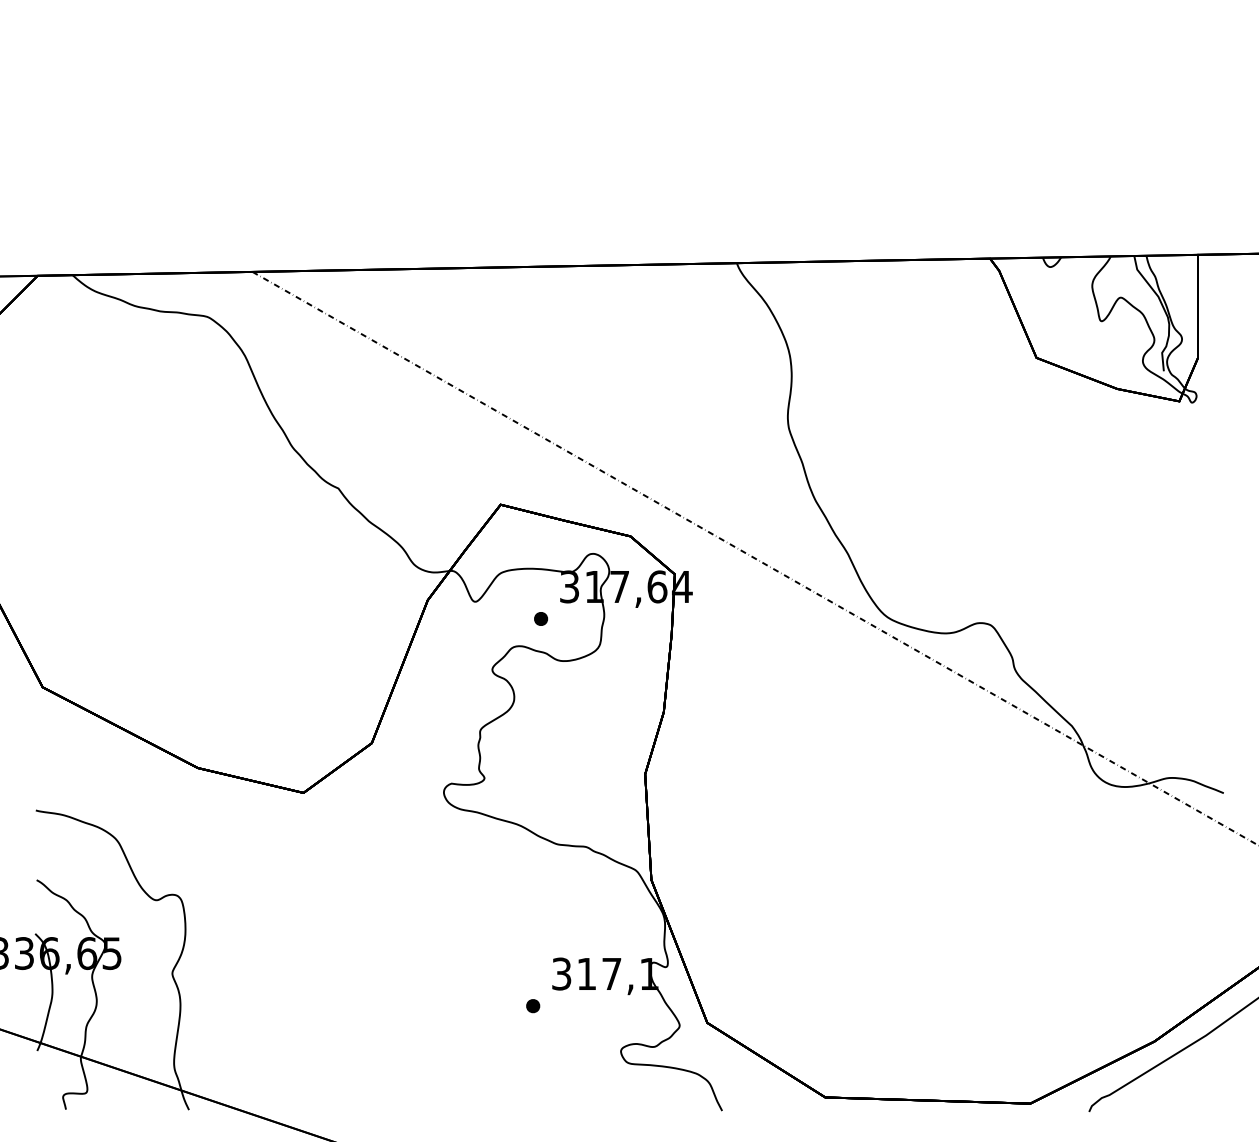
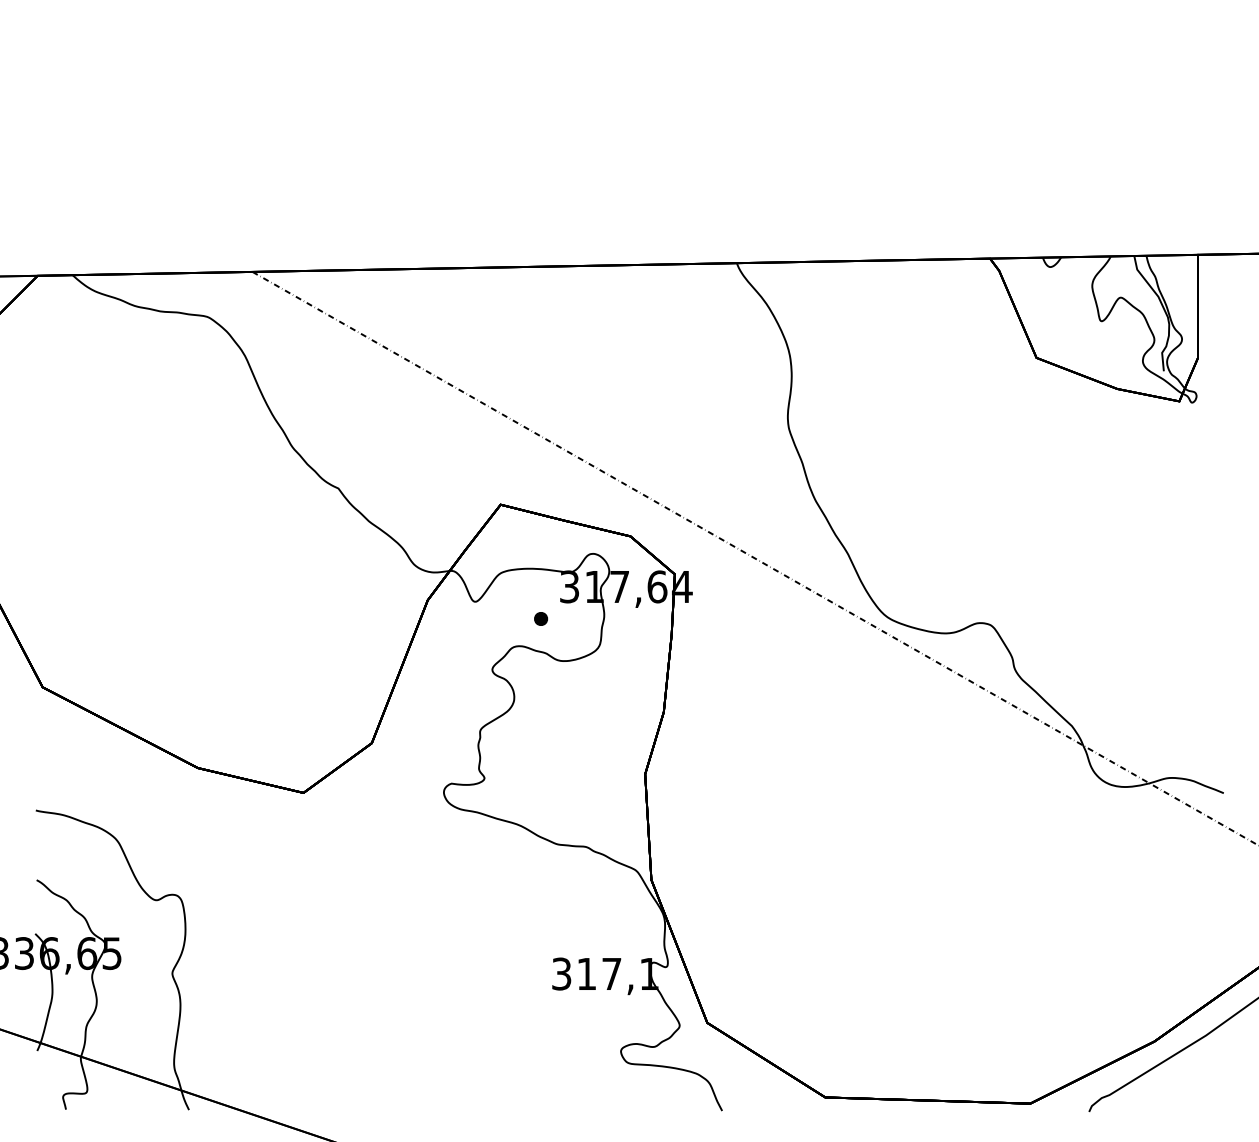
part at (533, 1006): present -> none
